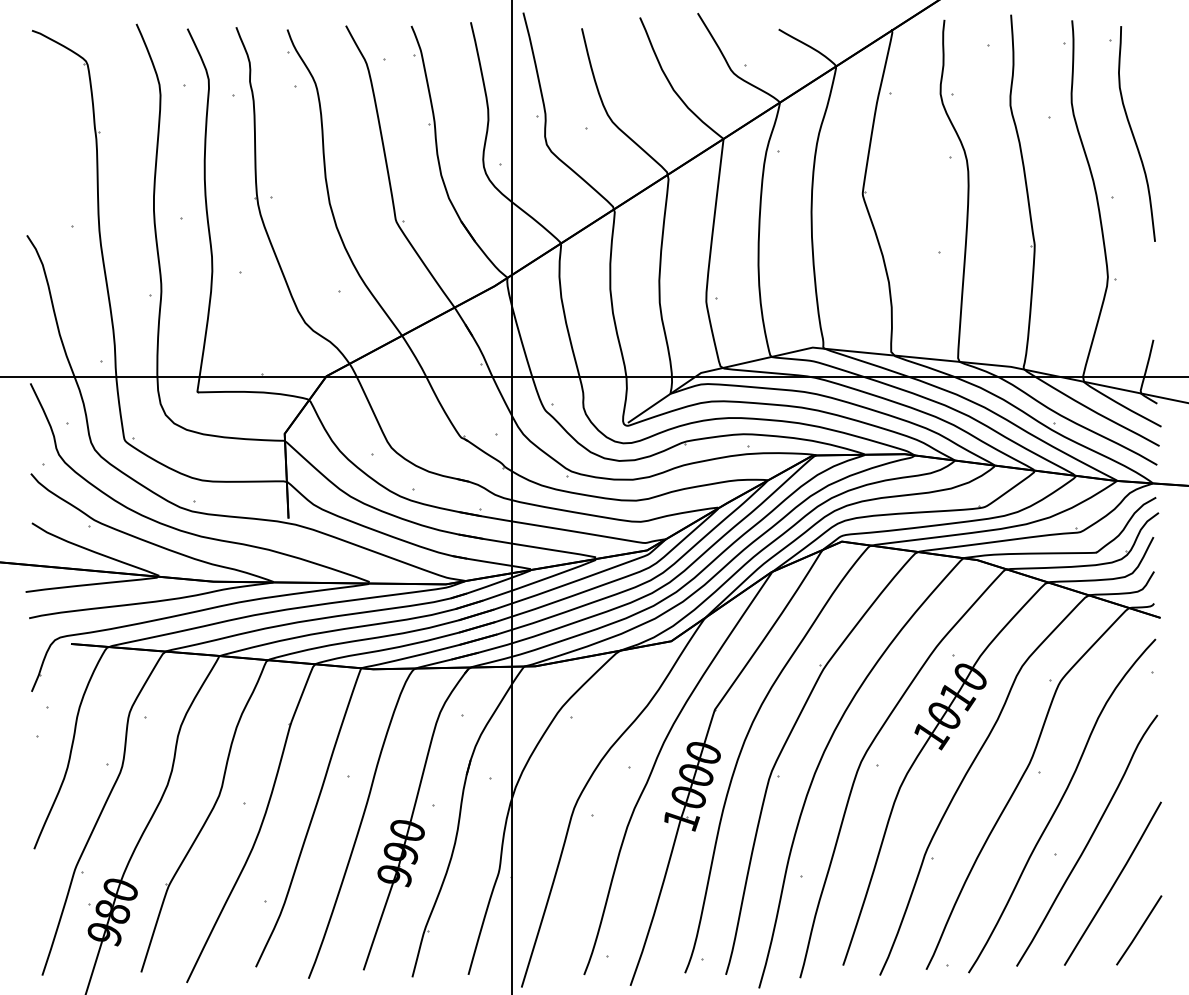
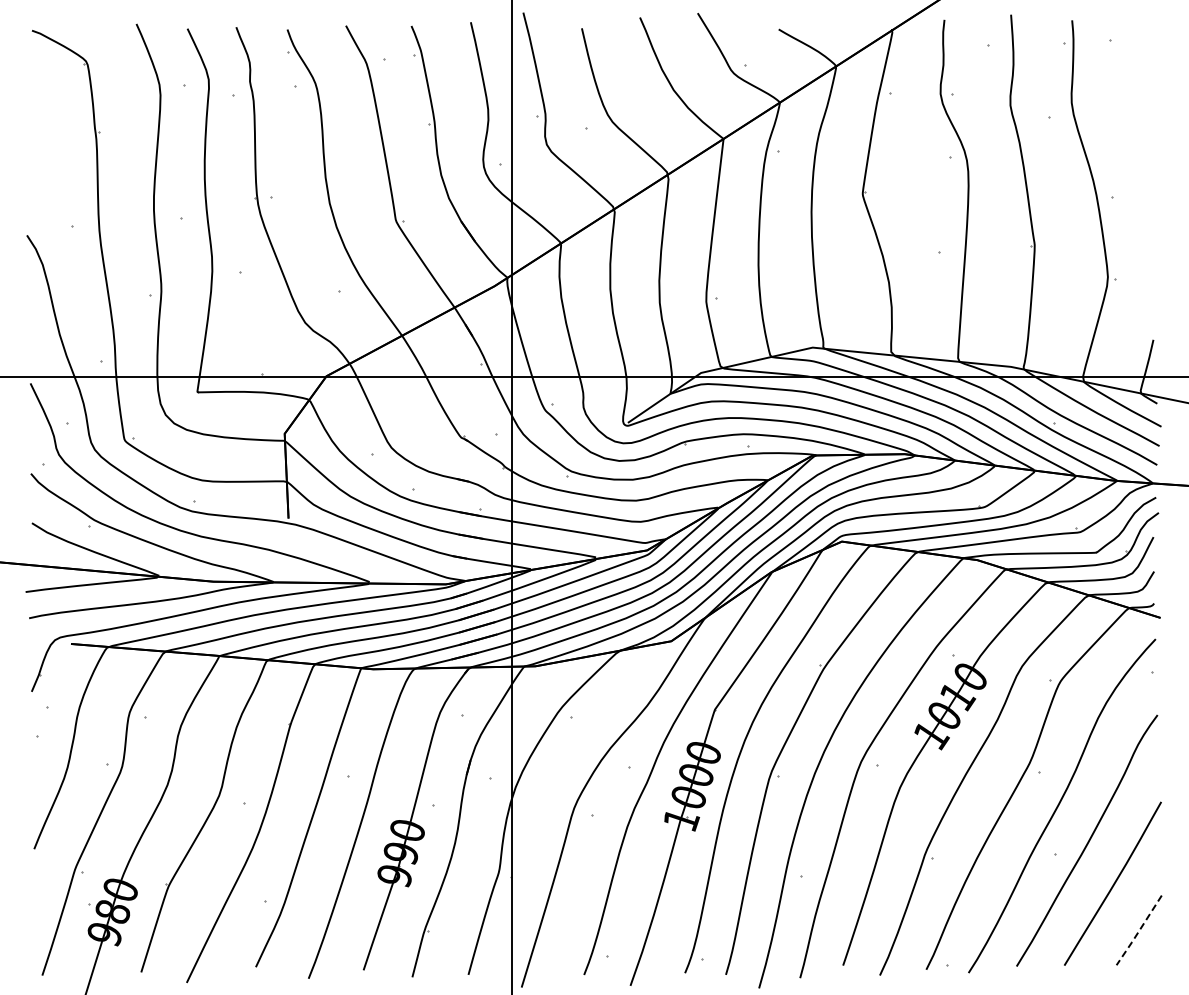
curve at (1134, 135): present -> none
line at (1138, 931): solid -> dashed
